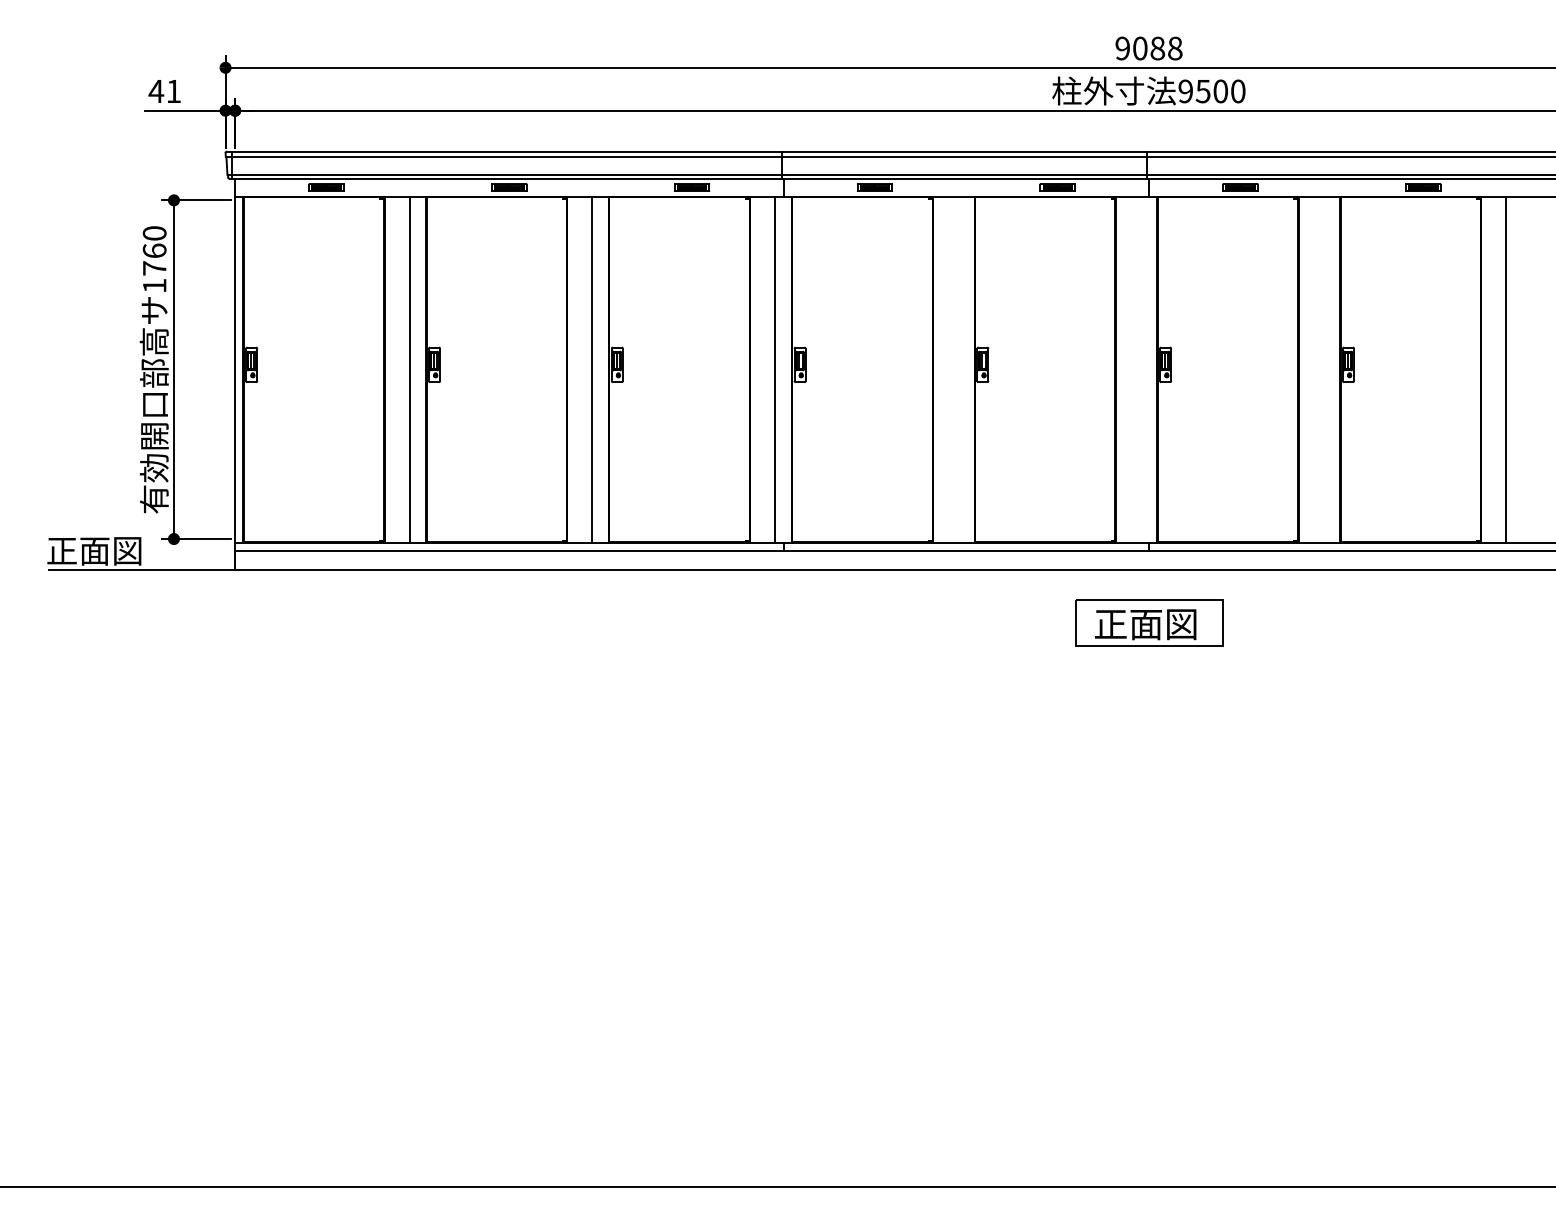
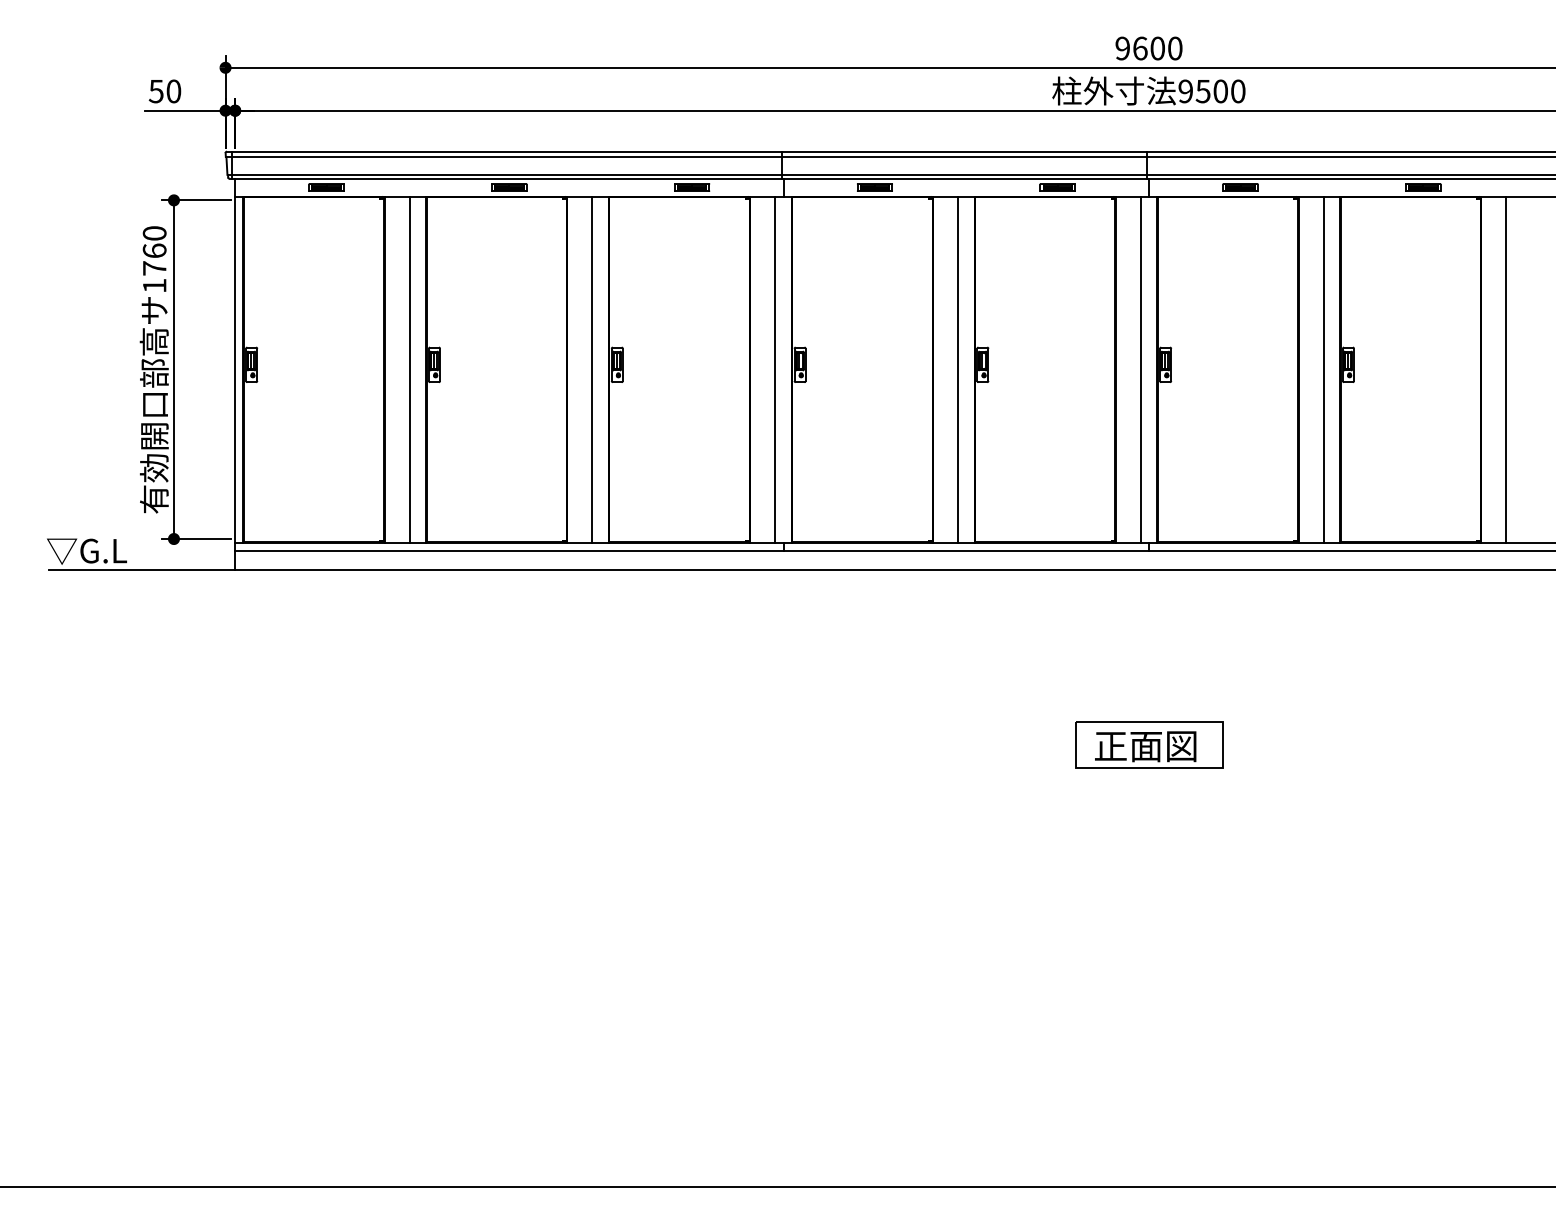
text at (1157, 48): 9088 -> 9600
text at (164, 91): 41 -> 50
line at (958, 369): none -> present
line at (1140, 369): none -> present
line at (1323, 369): none -> present
text at (94, 551): 正面図 -> ▽G.L
part at (1149, 622) position: (1149, 622) -> (1149, 744)
